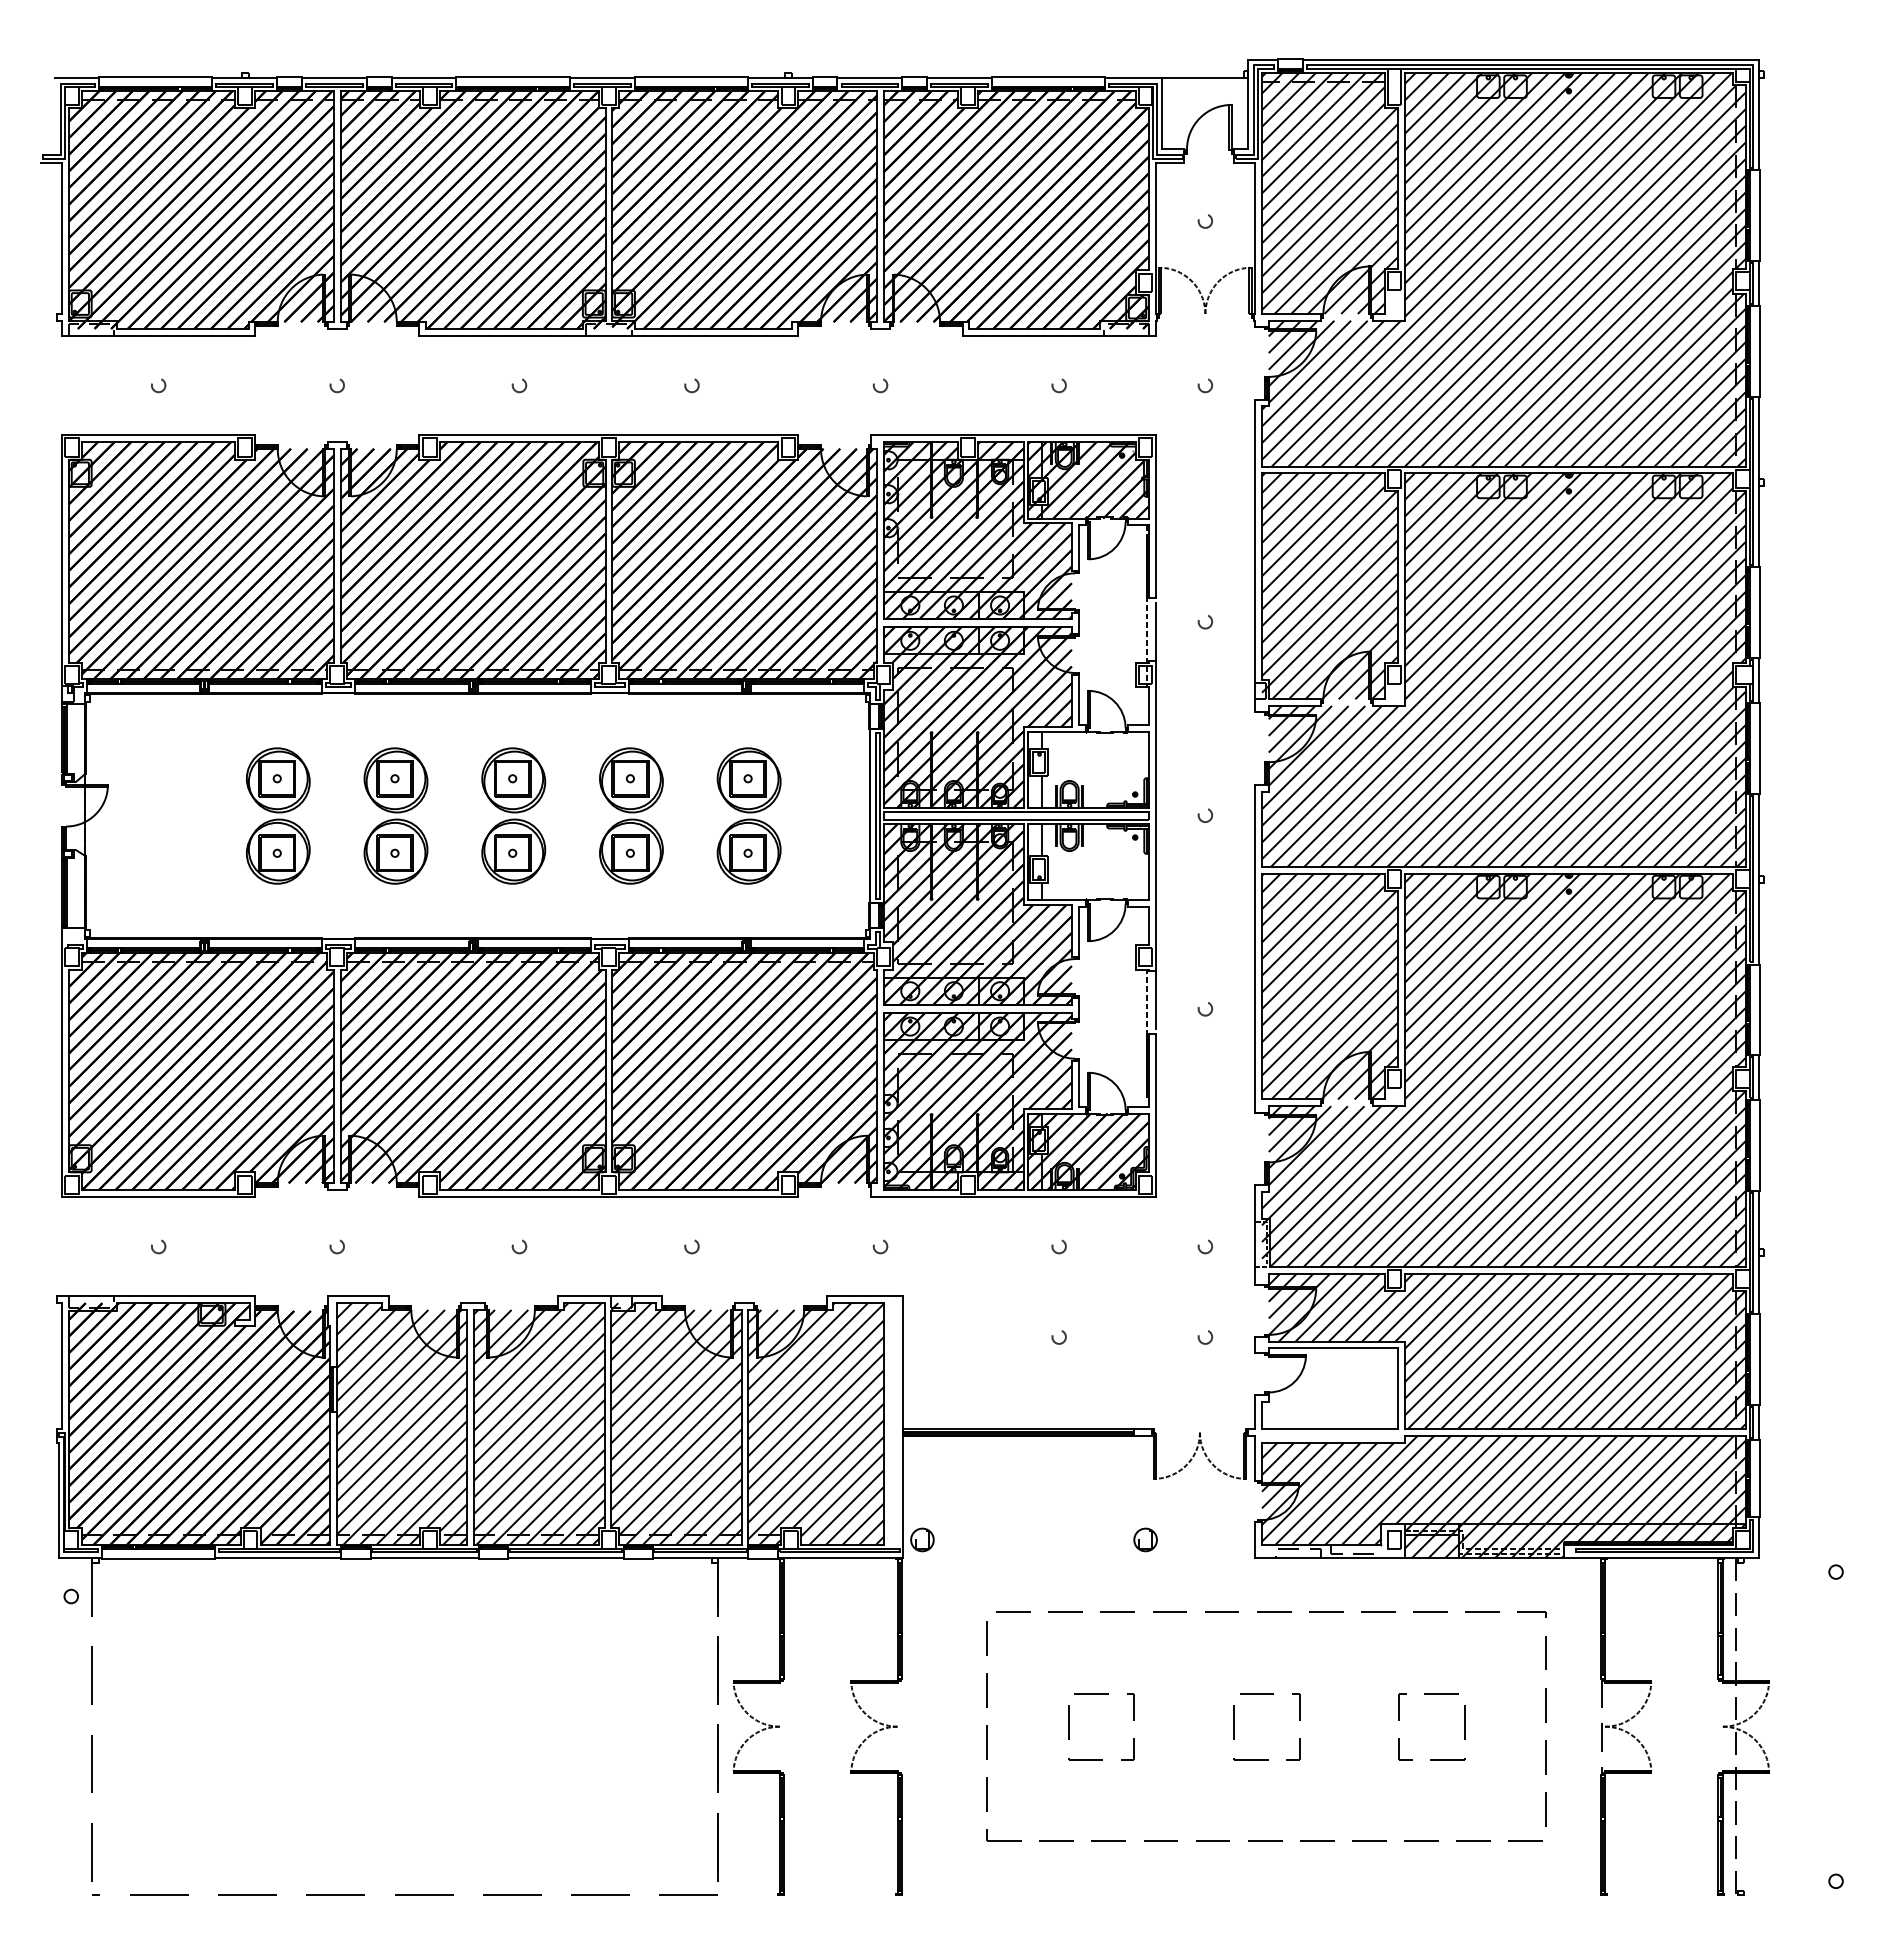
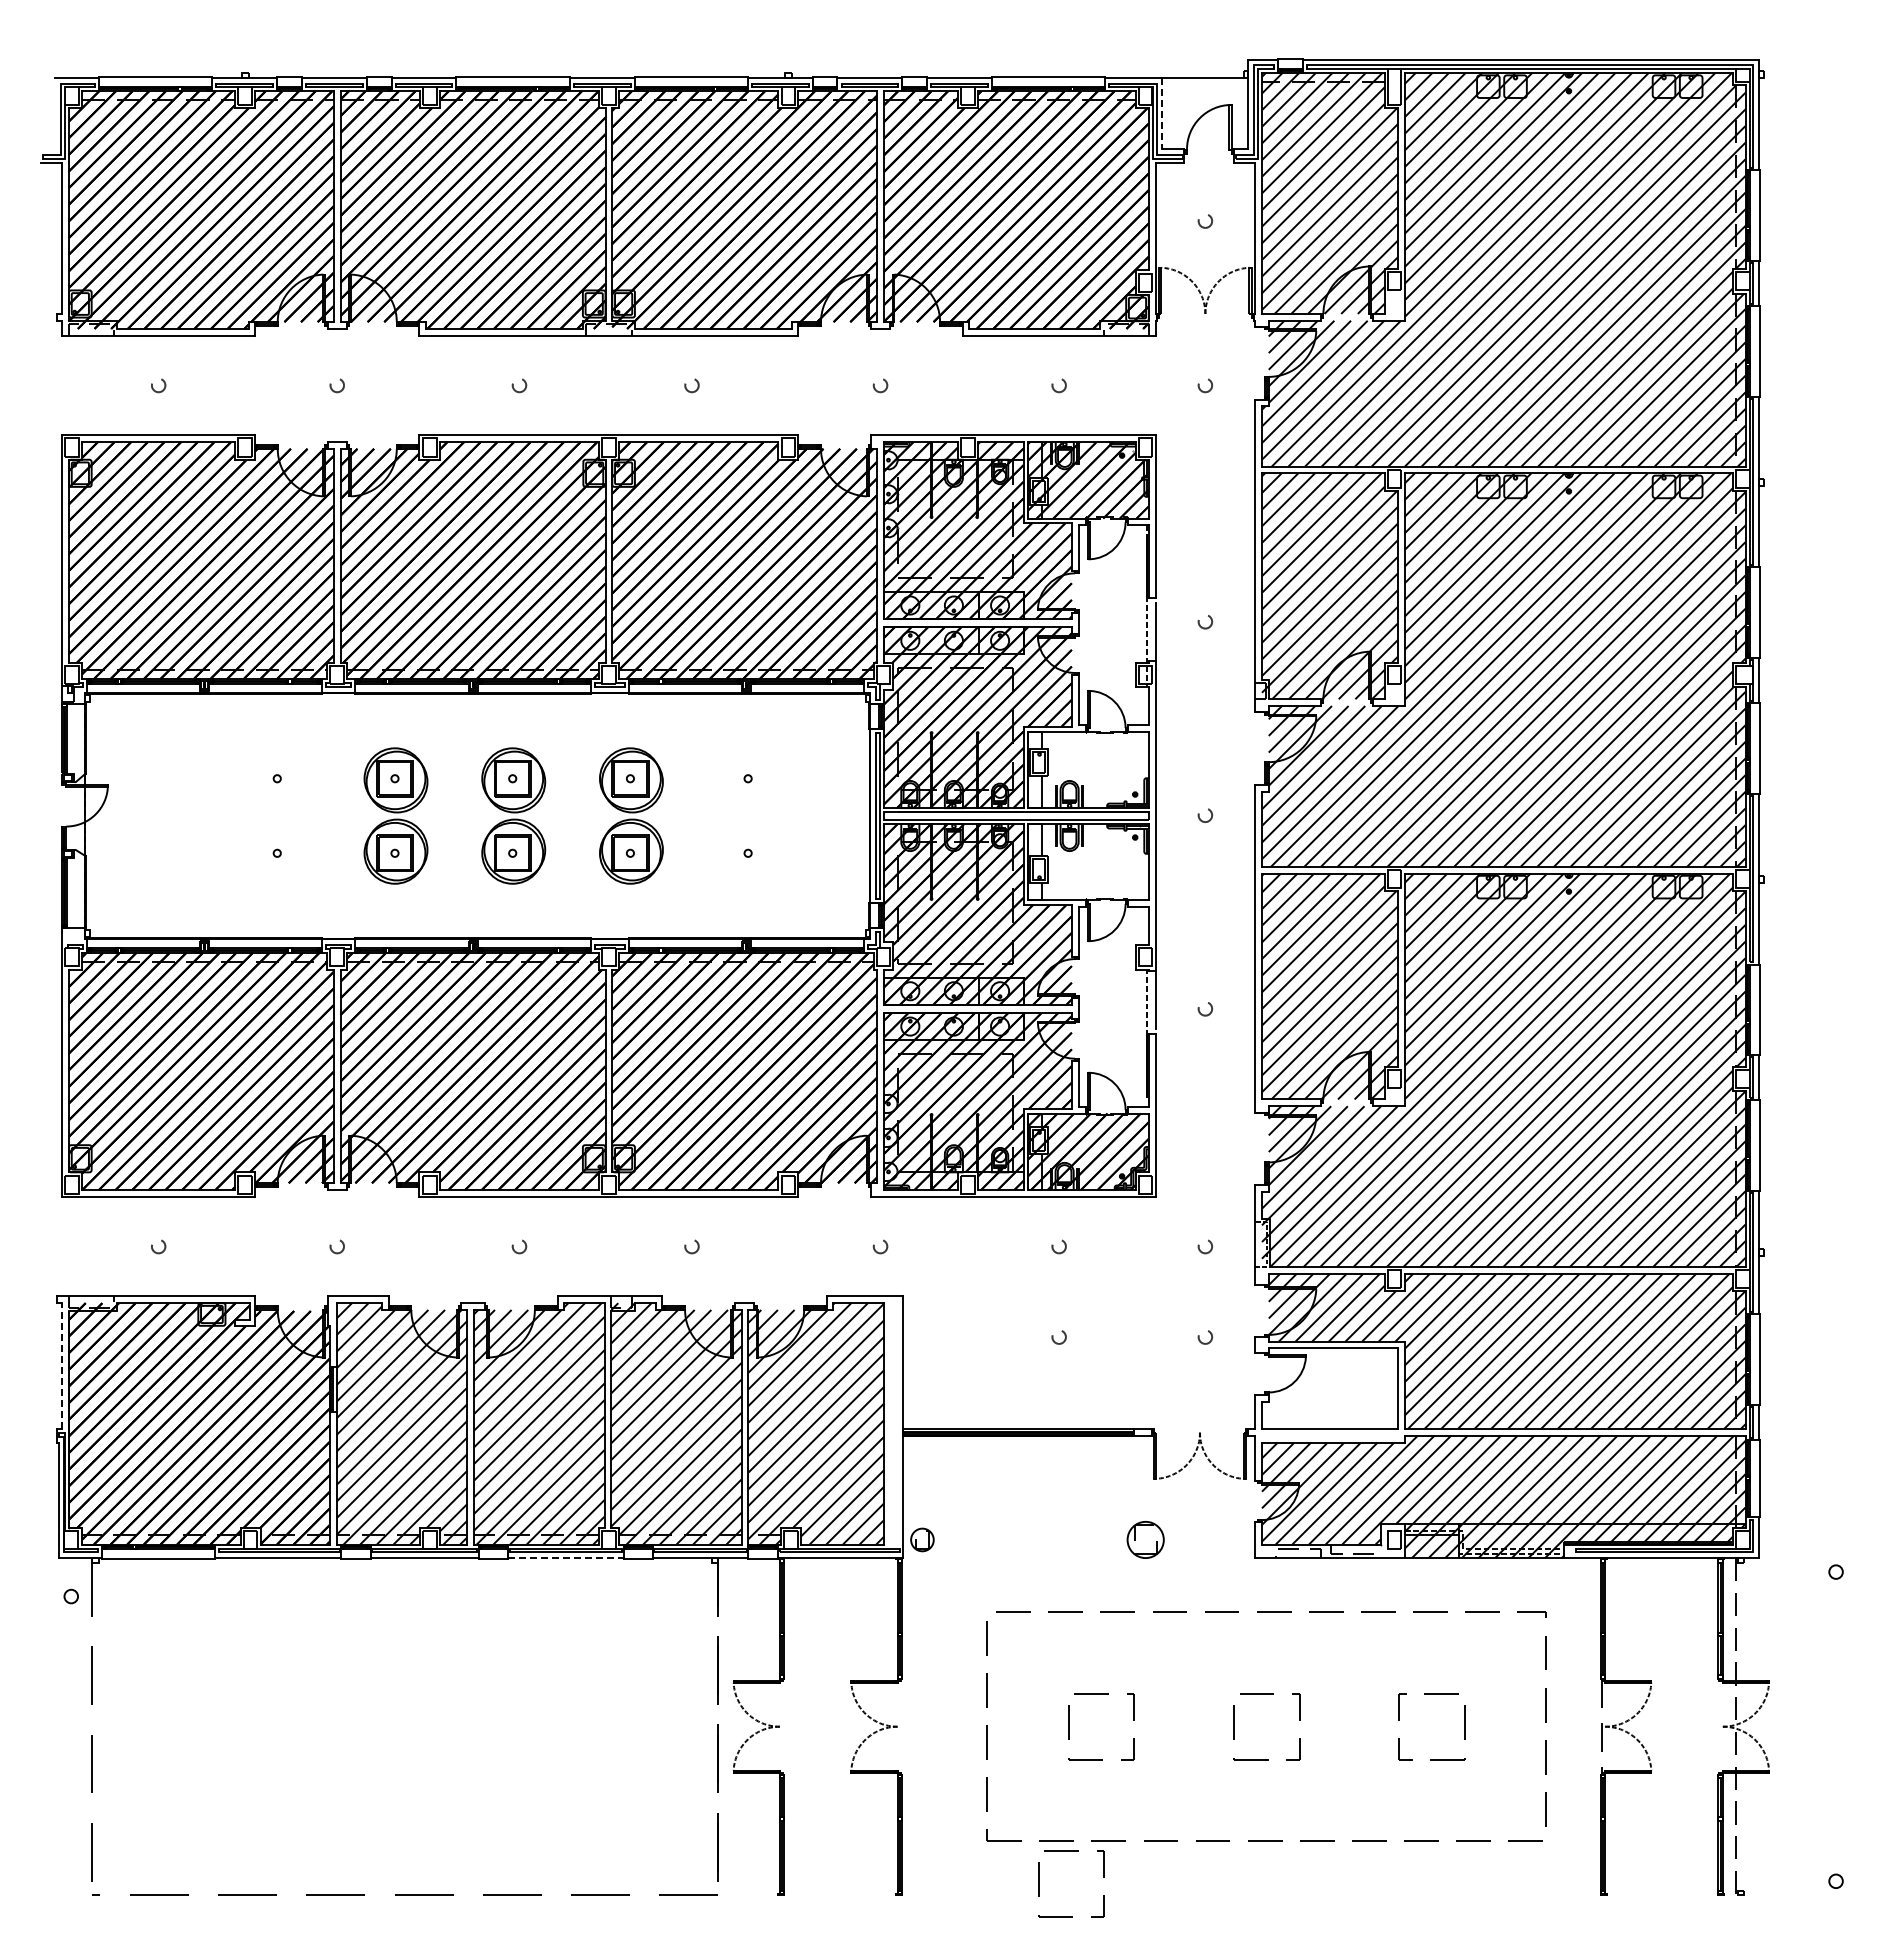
line at (1162, 113): solid -> dashed
part at (278, 815): present -> none
part at (748, 815): present -> none
line at (62, 1366): solid -> dashed
part at (1145, 1539) size: 25x26 px -> 39x38 px
line at (565, 1558): solid -> dashed
part at (1071, 1851): none -> present
